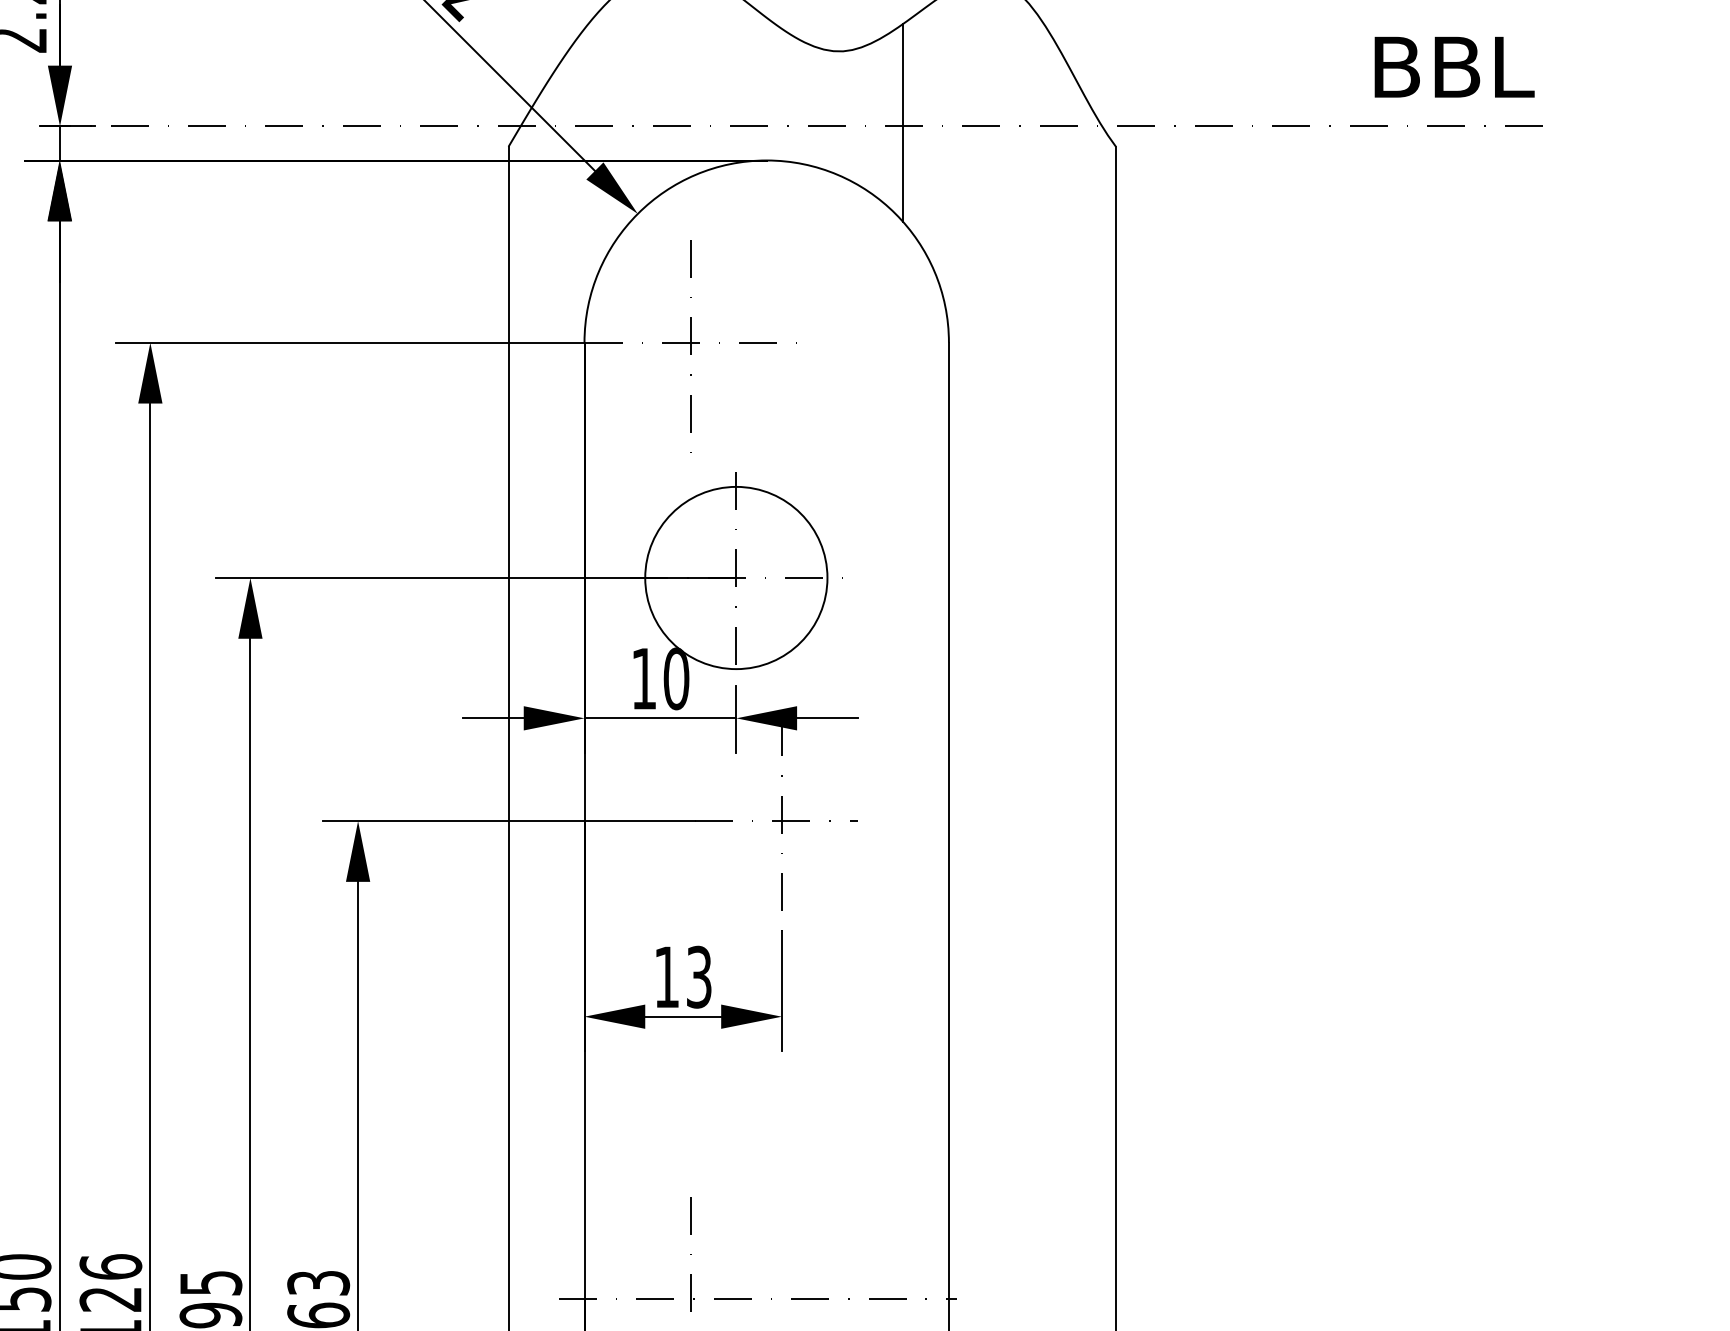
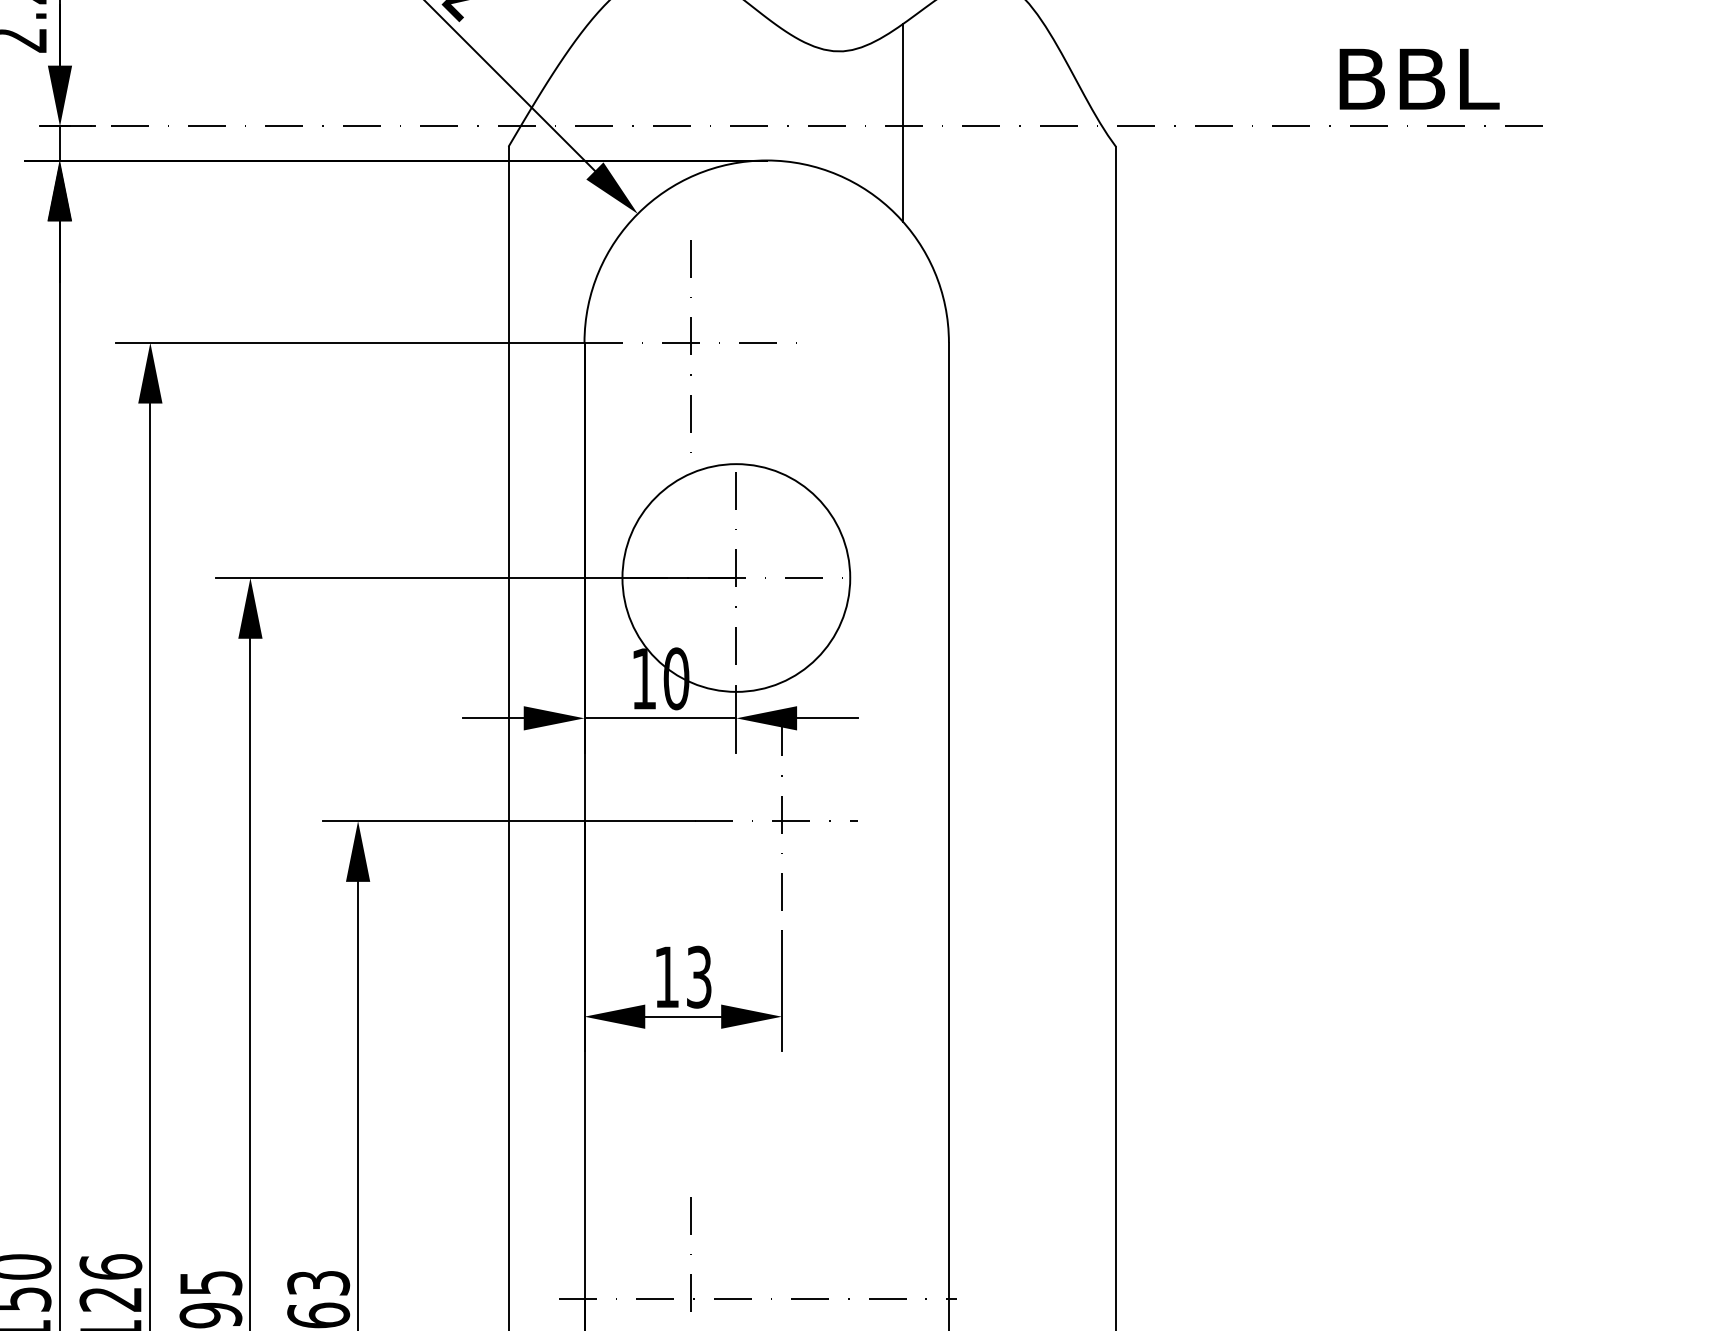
text at (1454, 66) position: (1454, 66) -> (1419, 78)
circle at (736, 577) diameter: 182 px -> 228 px
